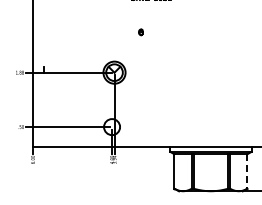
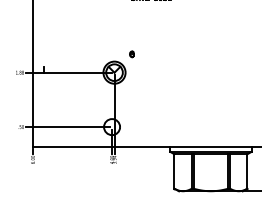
part at (140, 32) position: (140, 32) -> (131, 54)
line at (247, 171): dashed -> solid
